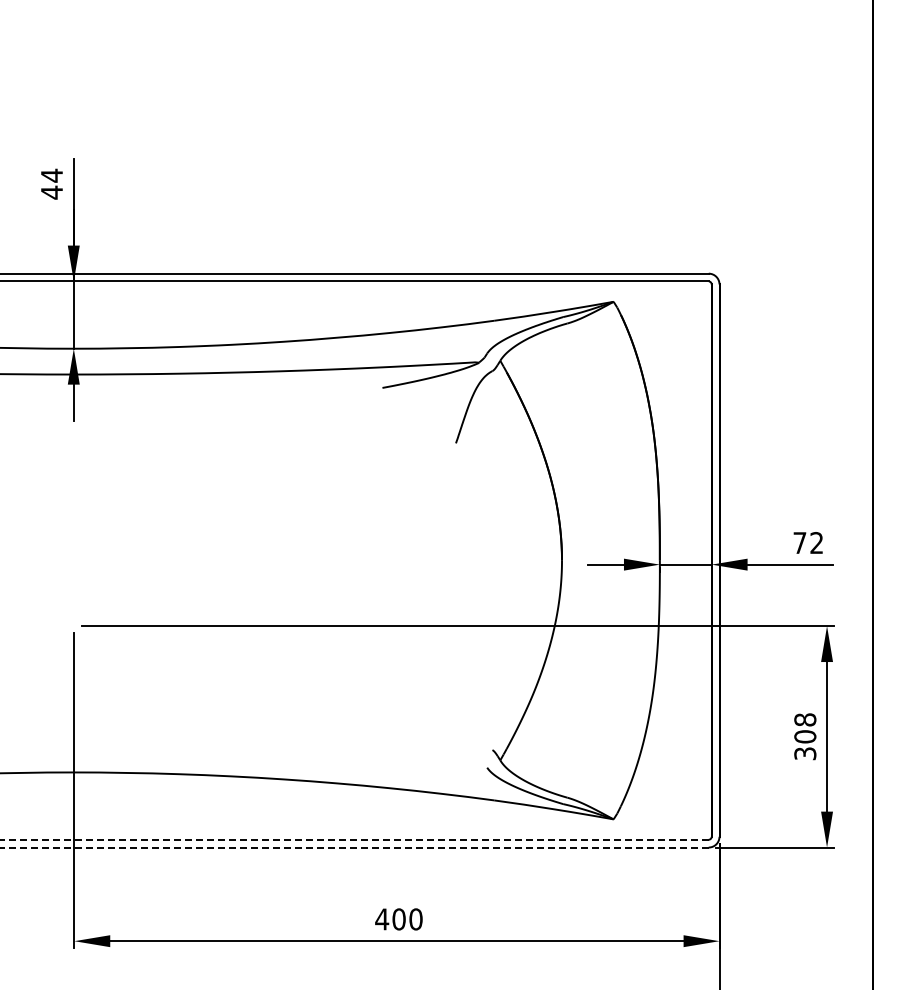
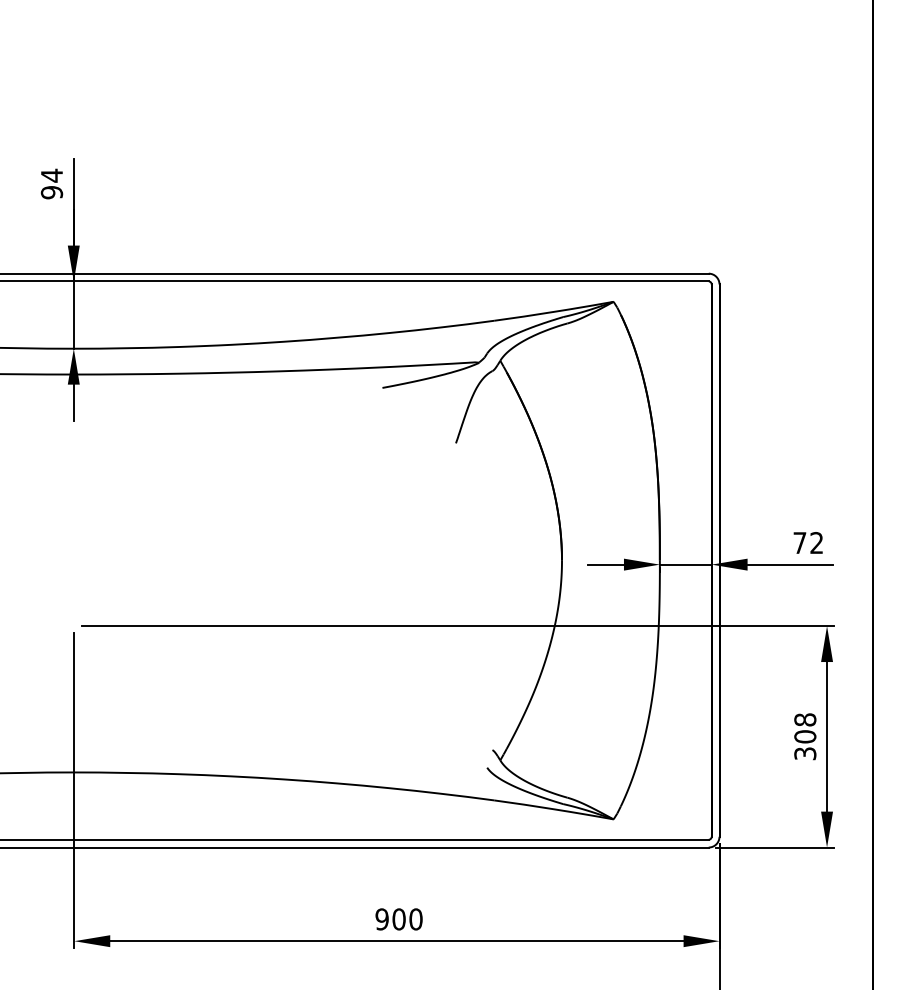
text at (51, 192): 44 -> 94
line at (354, 839): dashed -> solid
line at (354, 847): dashed -> solid
text at (382, 919): 400 -> 900
